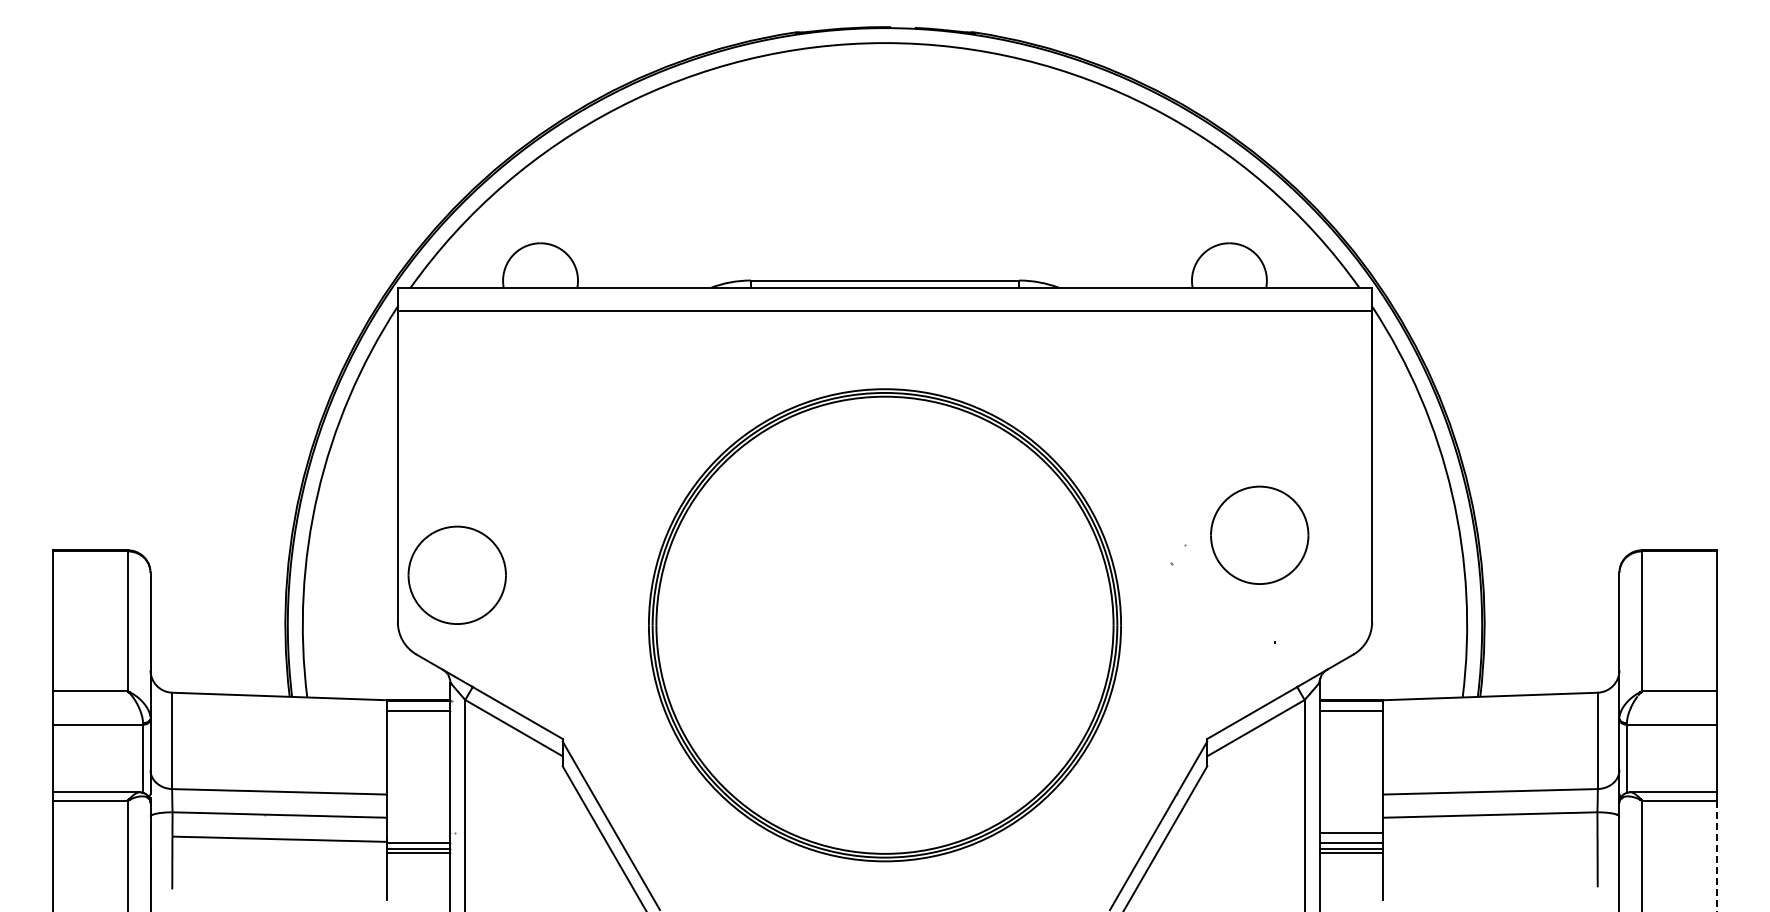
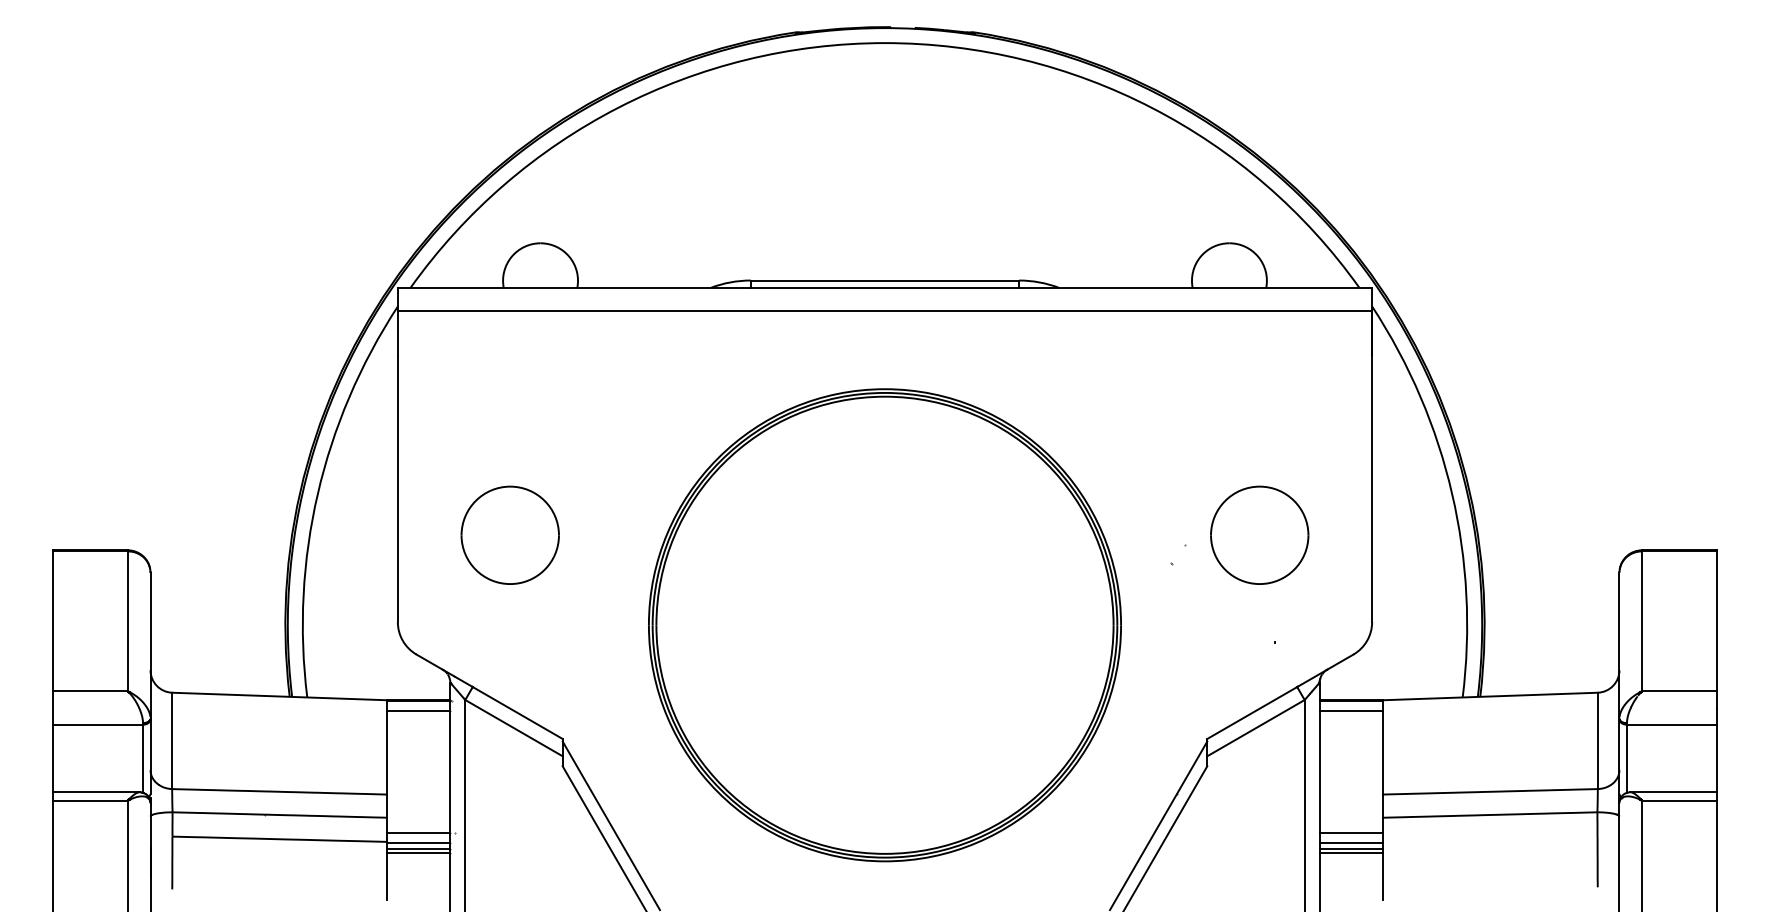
part at (456, 574) position: (456, 574) -> (509, 534)
line at (418, 833): none -> present
line at (1716, 856): dashed -> solid
